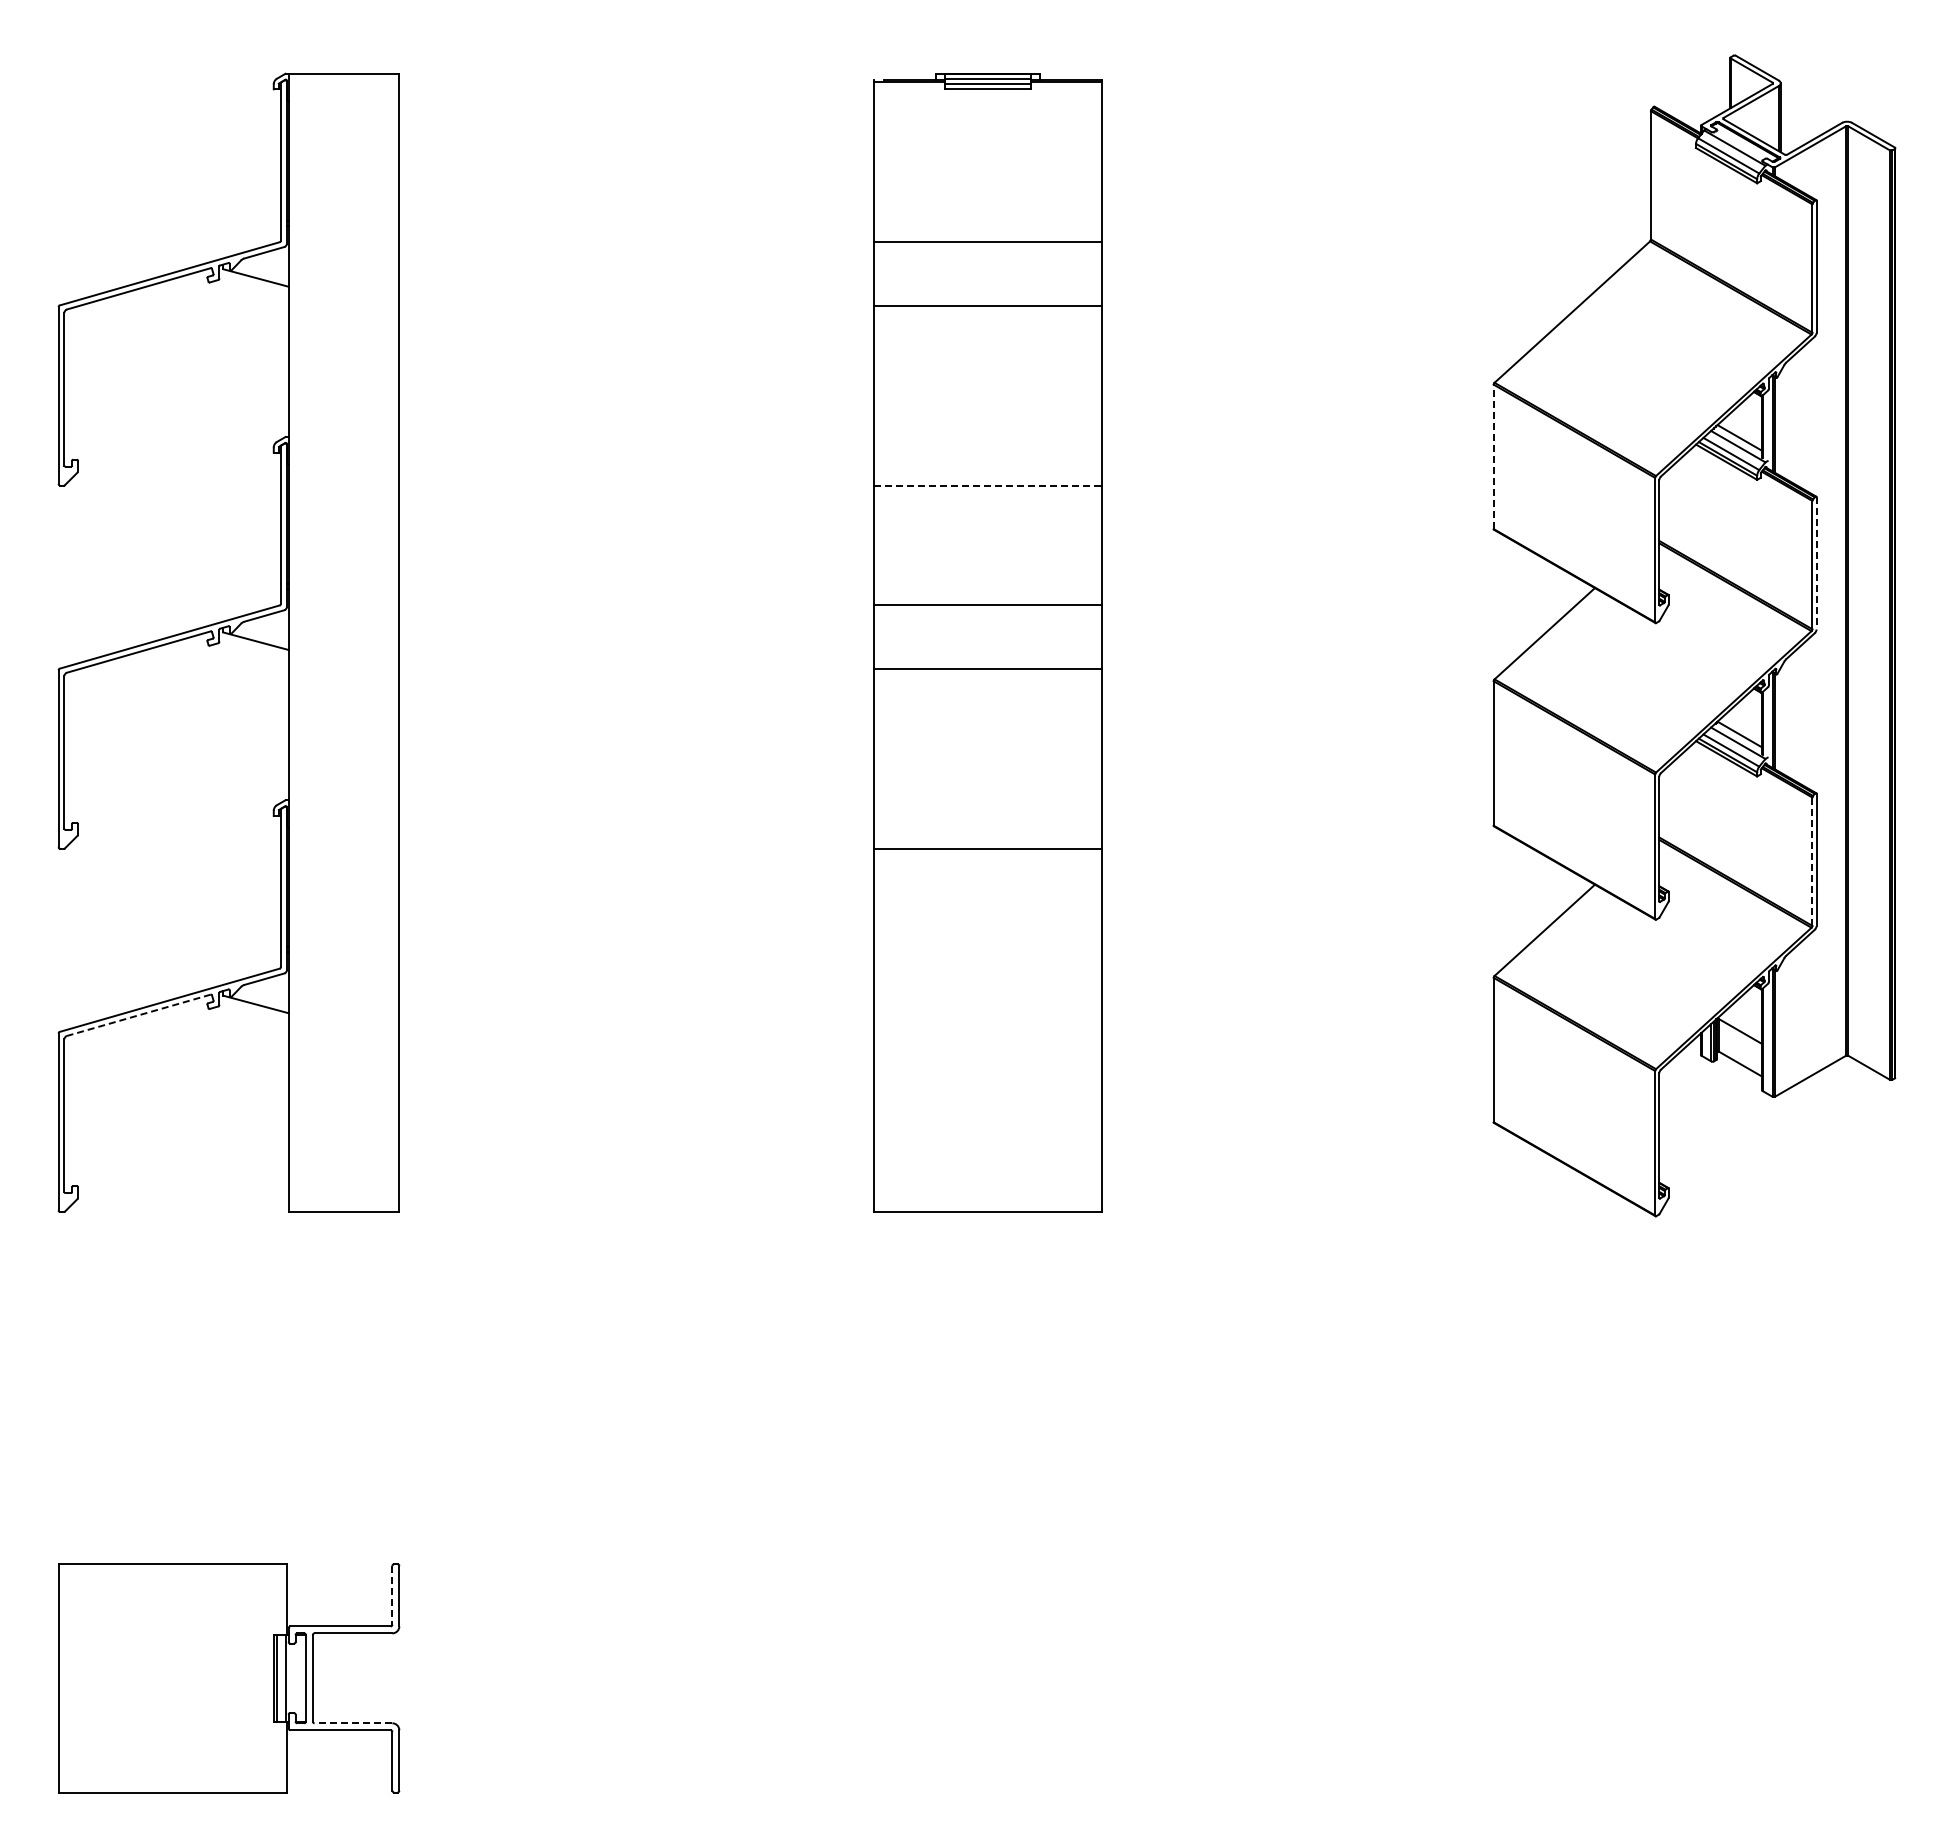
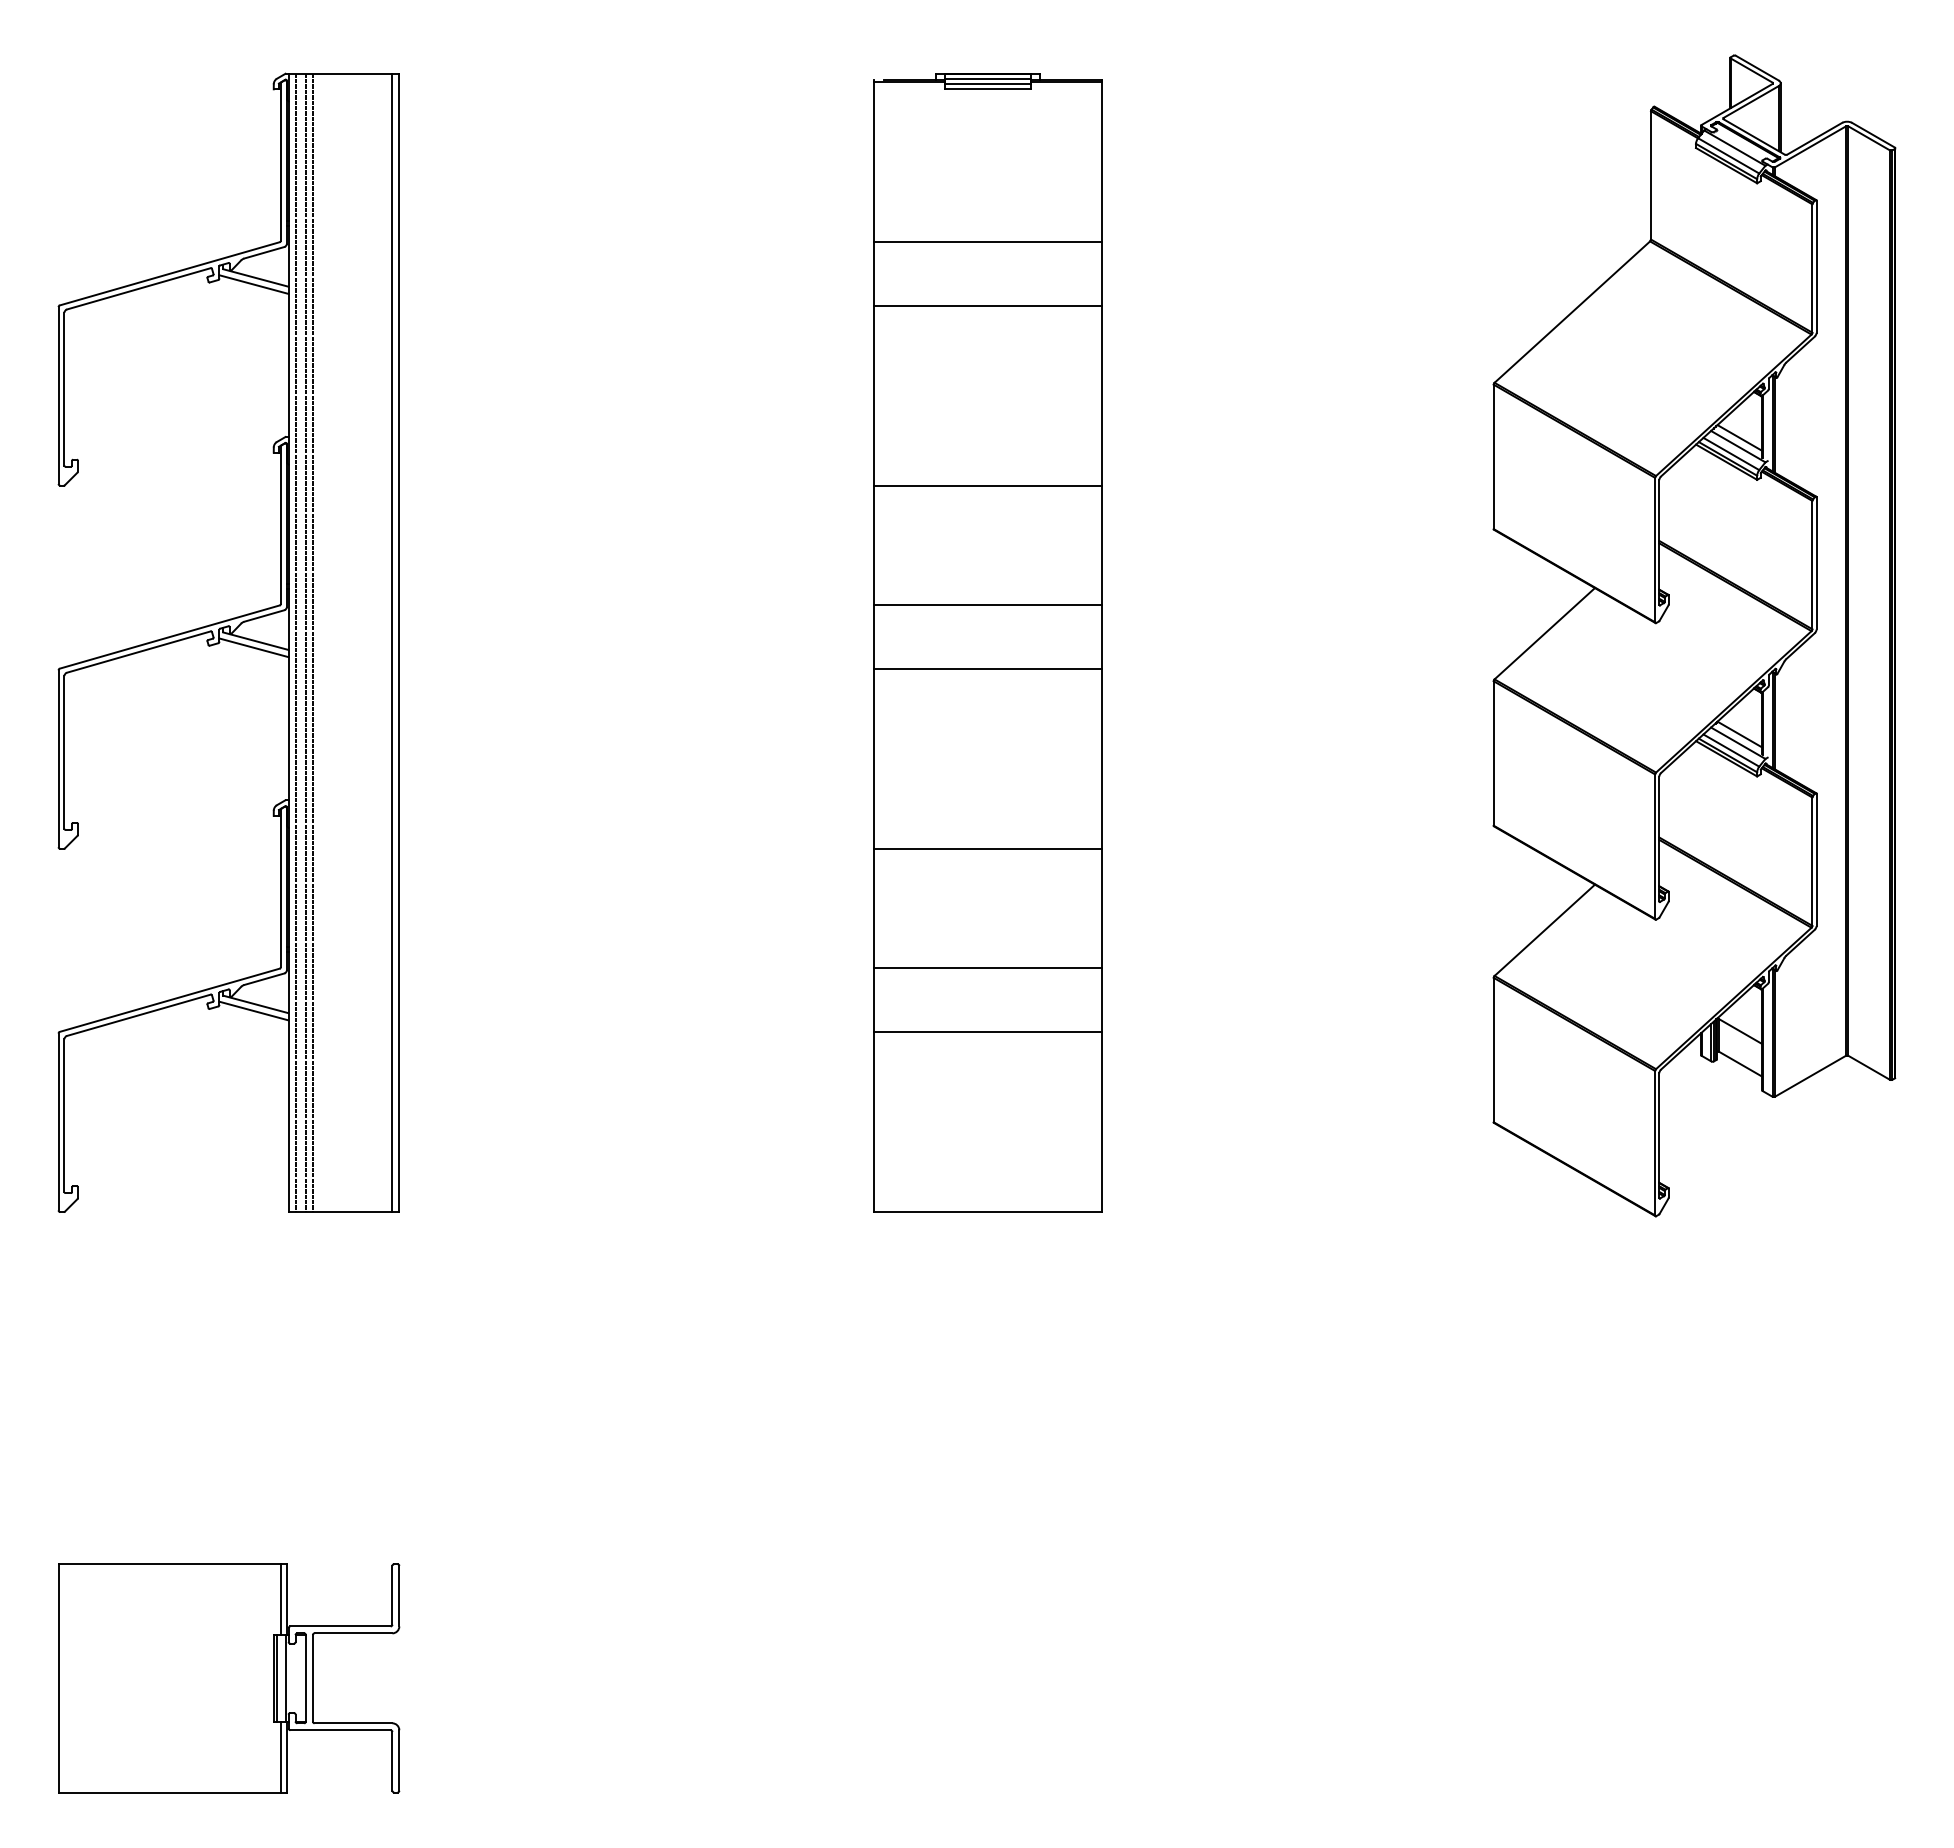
line at (253, 284): none -> present
line at (1493, 456): dashed -> solid
line at (988, 485): dashed -> solid
line at (1816, 563): dashed -> solid
line at (295, 642): none -> present
line at (305, 642): none -> present
line at (312, 642): none -> present
line at (392, 642): none -> present
line at (253, 647): none -> present
line at (1812, 861): dashed -> solid
line at (987, 968): none -> present
line at (253, 1010): none -> present
line at (138, 1015): dashed -> solid
line at (987, 1032): none -> present
line at (392, 1595): dashed -> solid
line at (281, 1599): none -> present
line at (353, 1723): dashed -> solid
line at (281, 1756): none -> present
